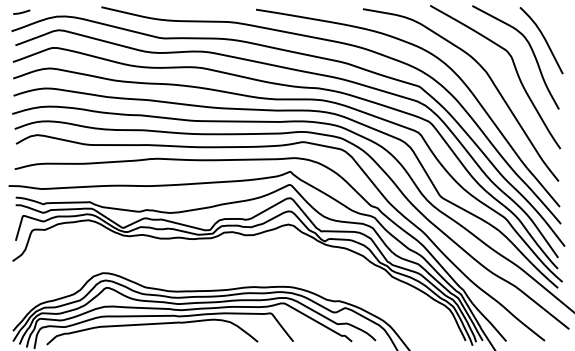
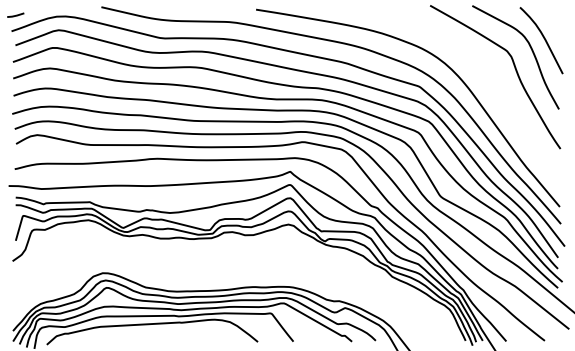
line at (22, 11) position: (22, 11) -> (16, 14)
curve at (488, 77): present -> none
